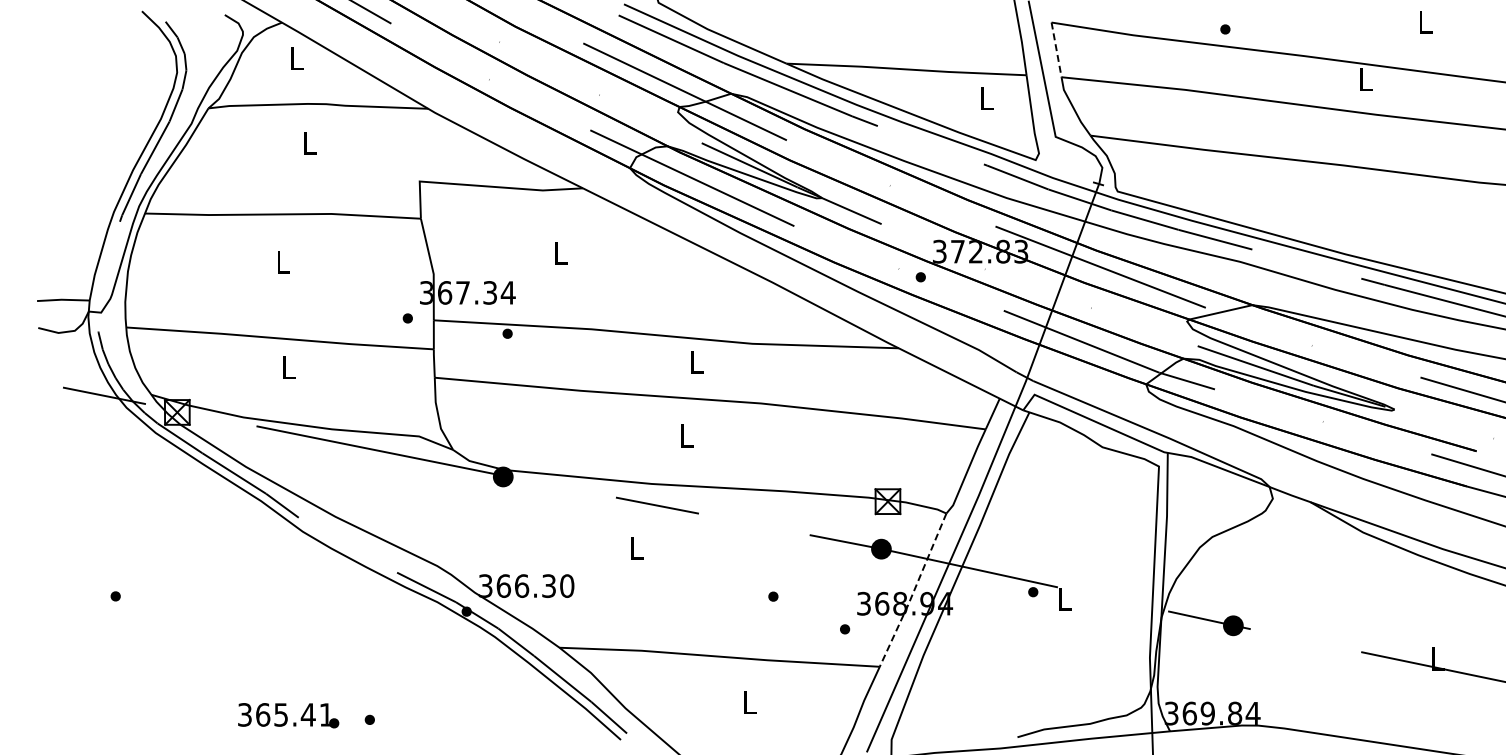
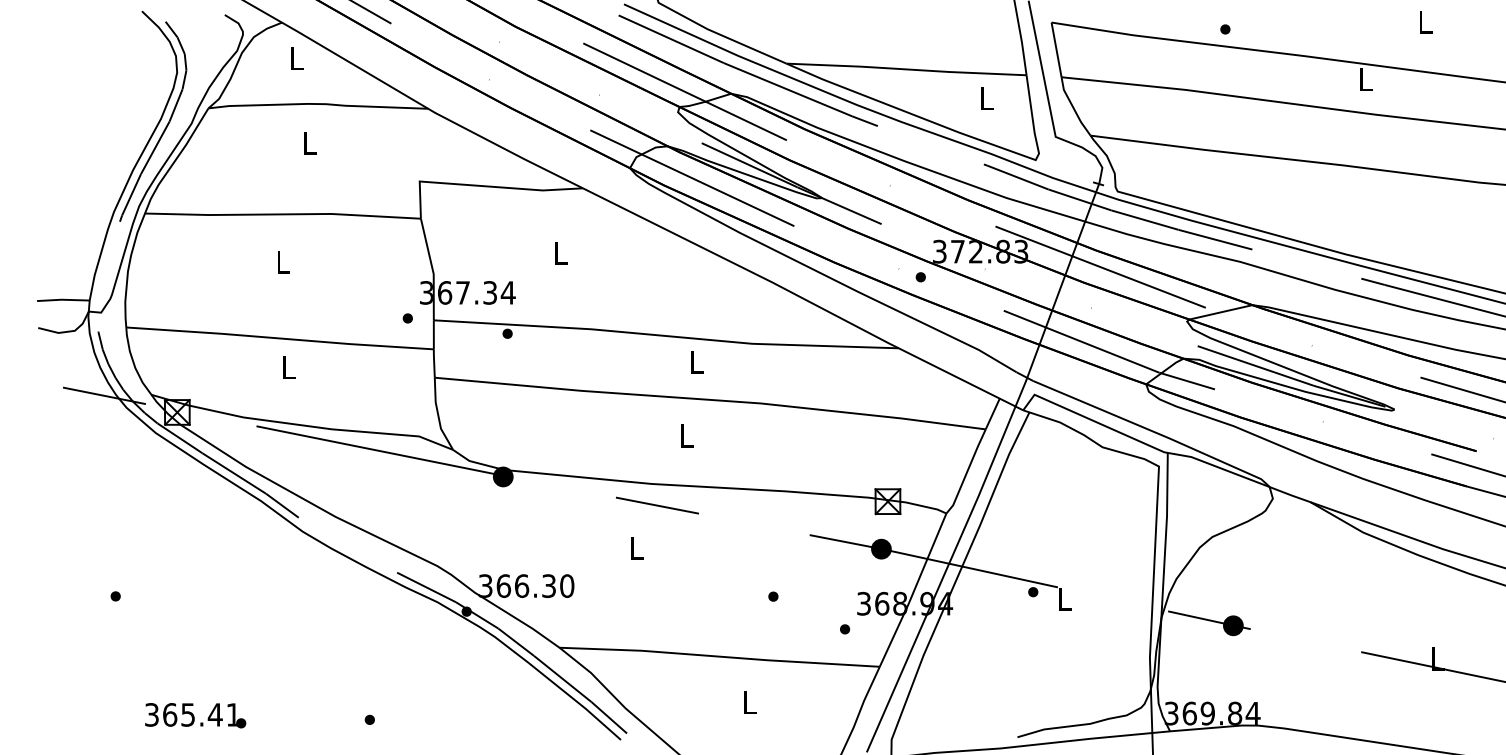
line at (1056, 49): dashed -> solid
line at (913, 591): dashed -> solid
text at (288, 715) position: (288, 715) -> (195, 715)
